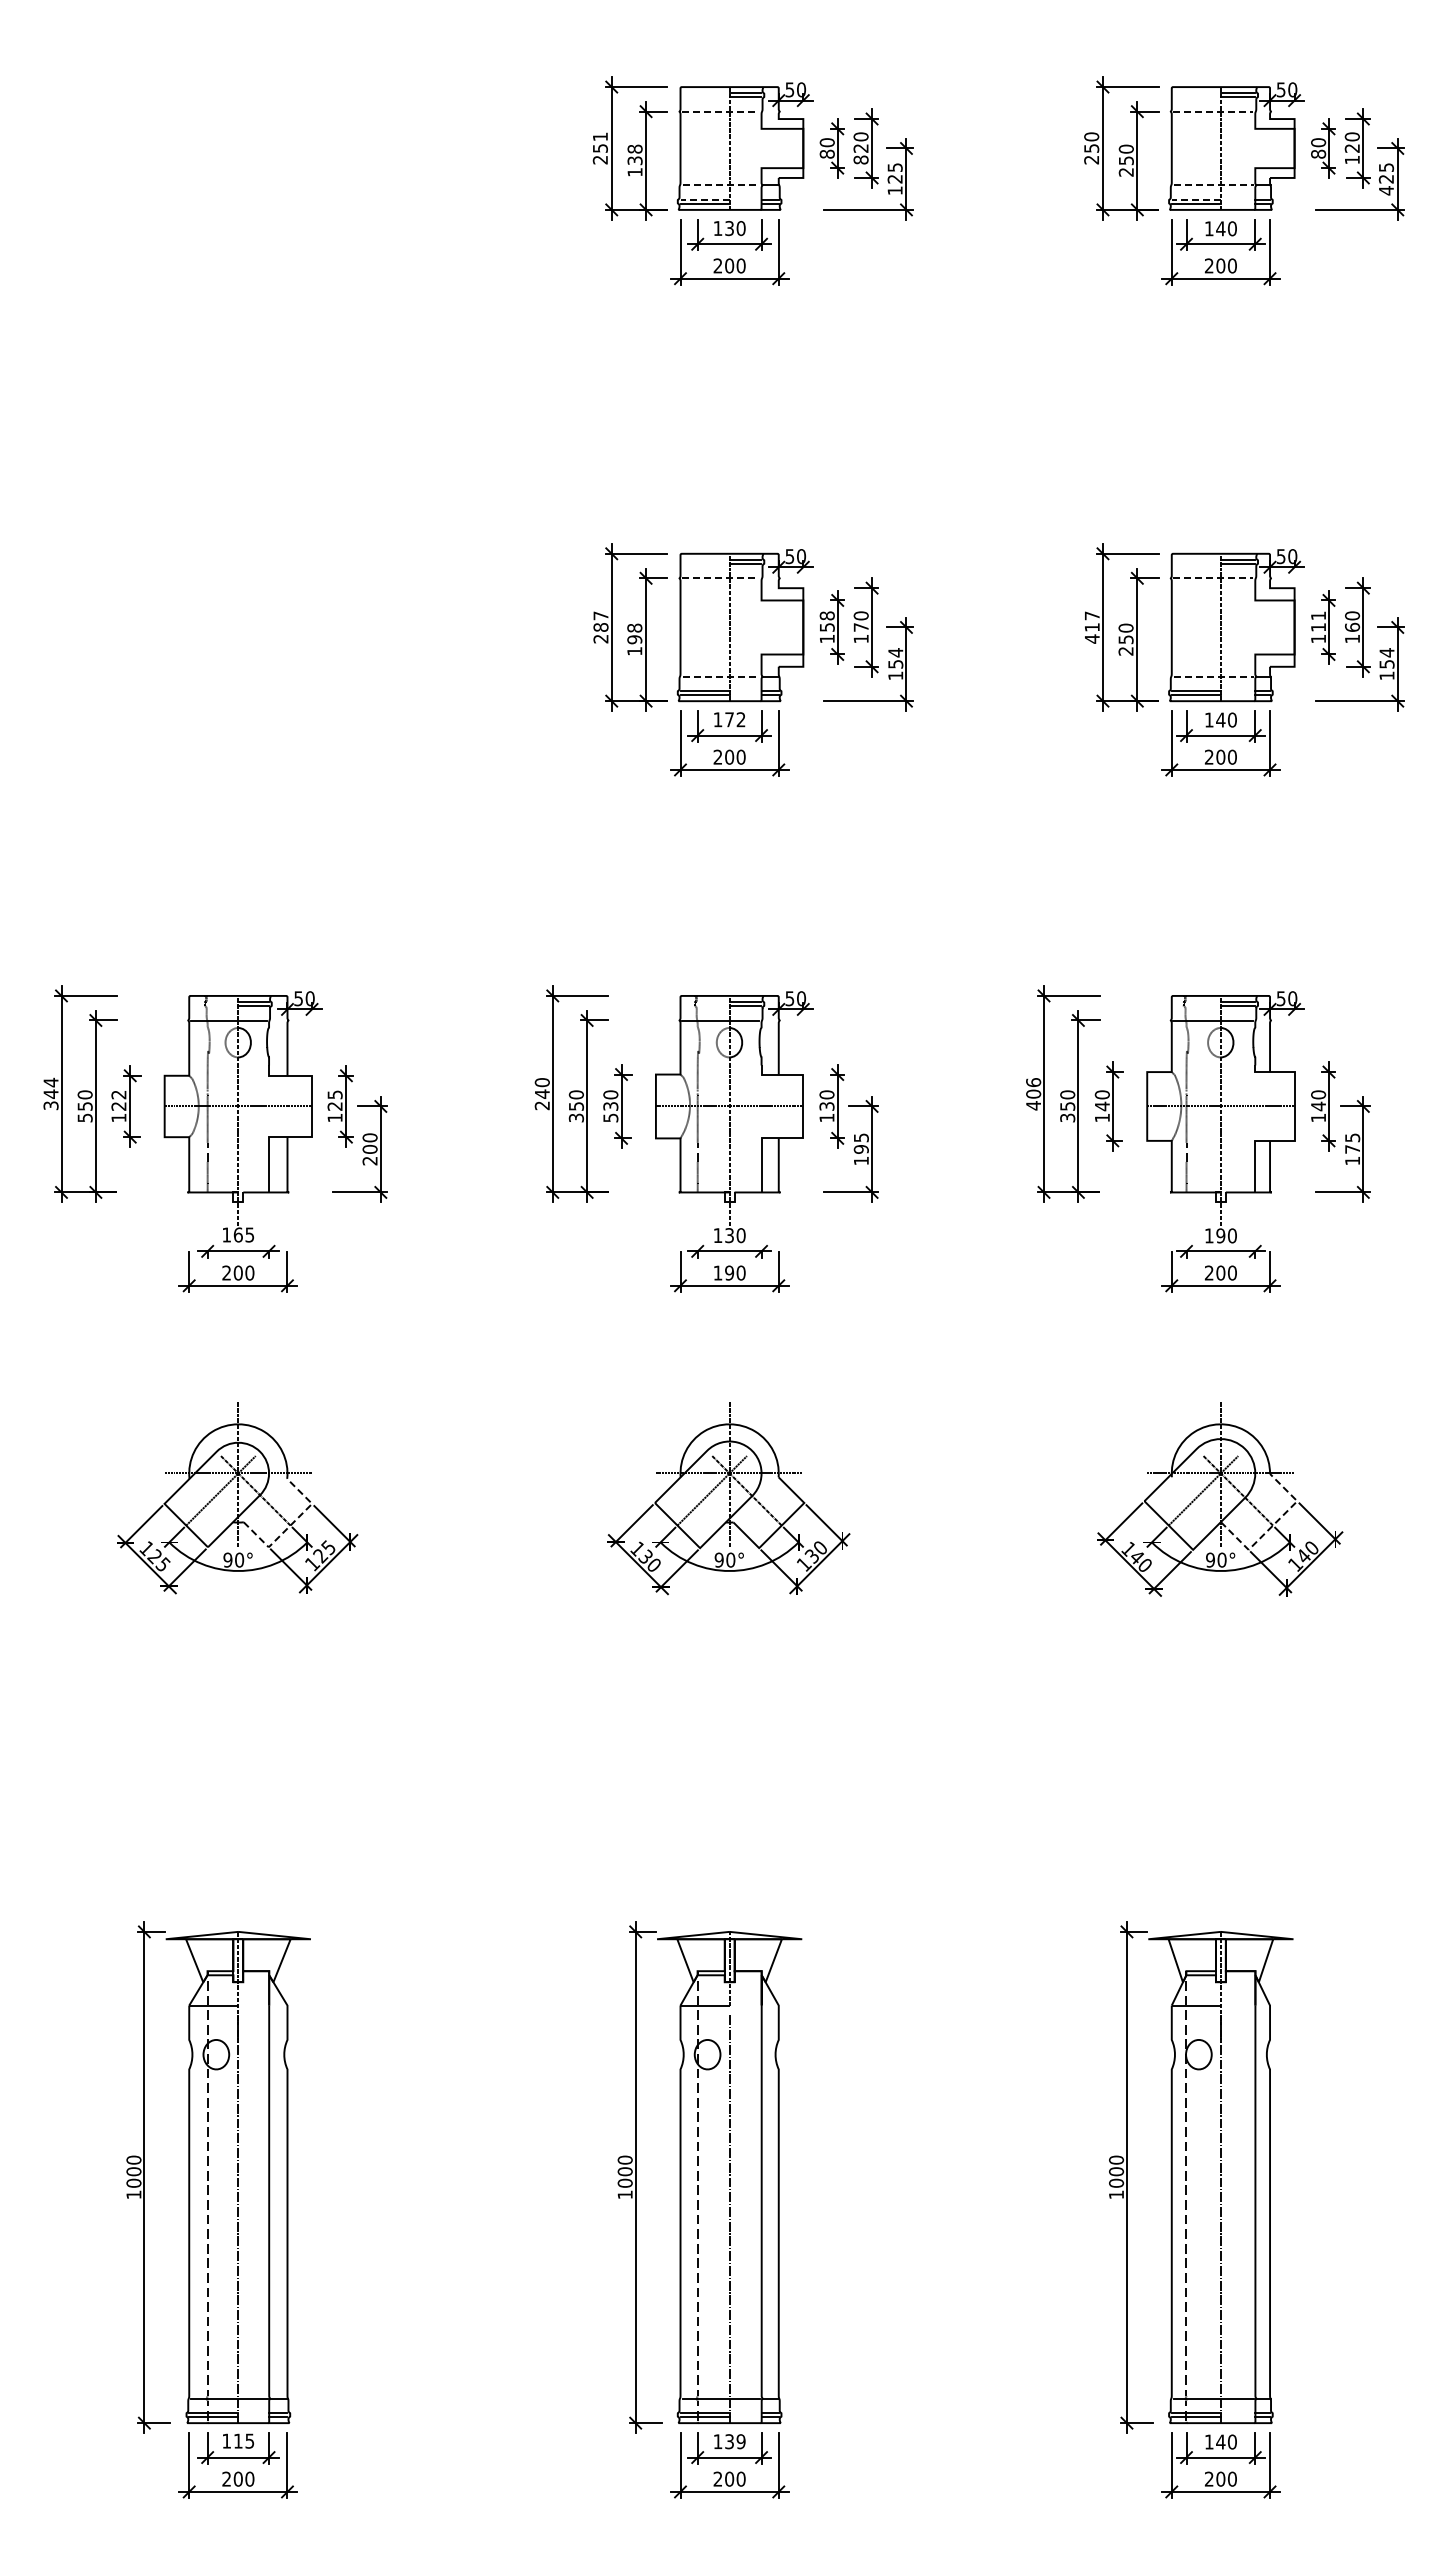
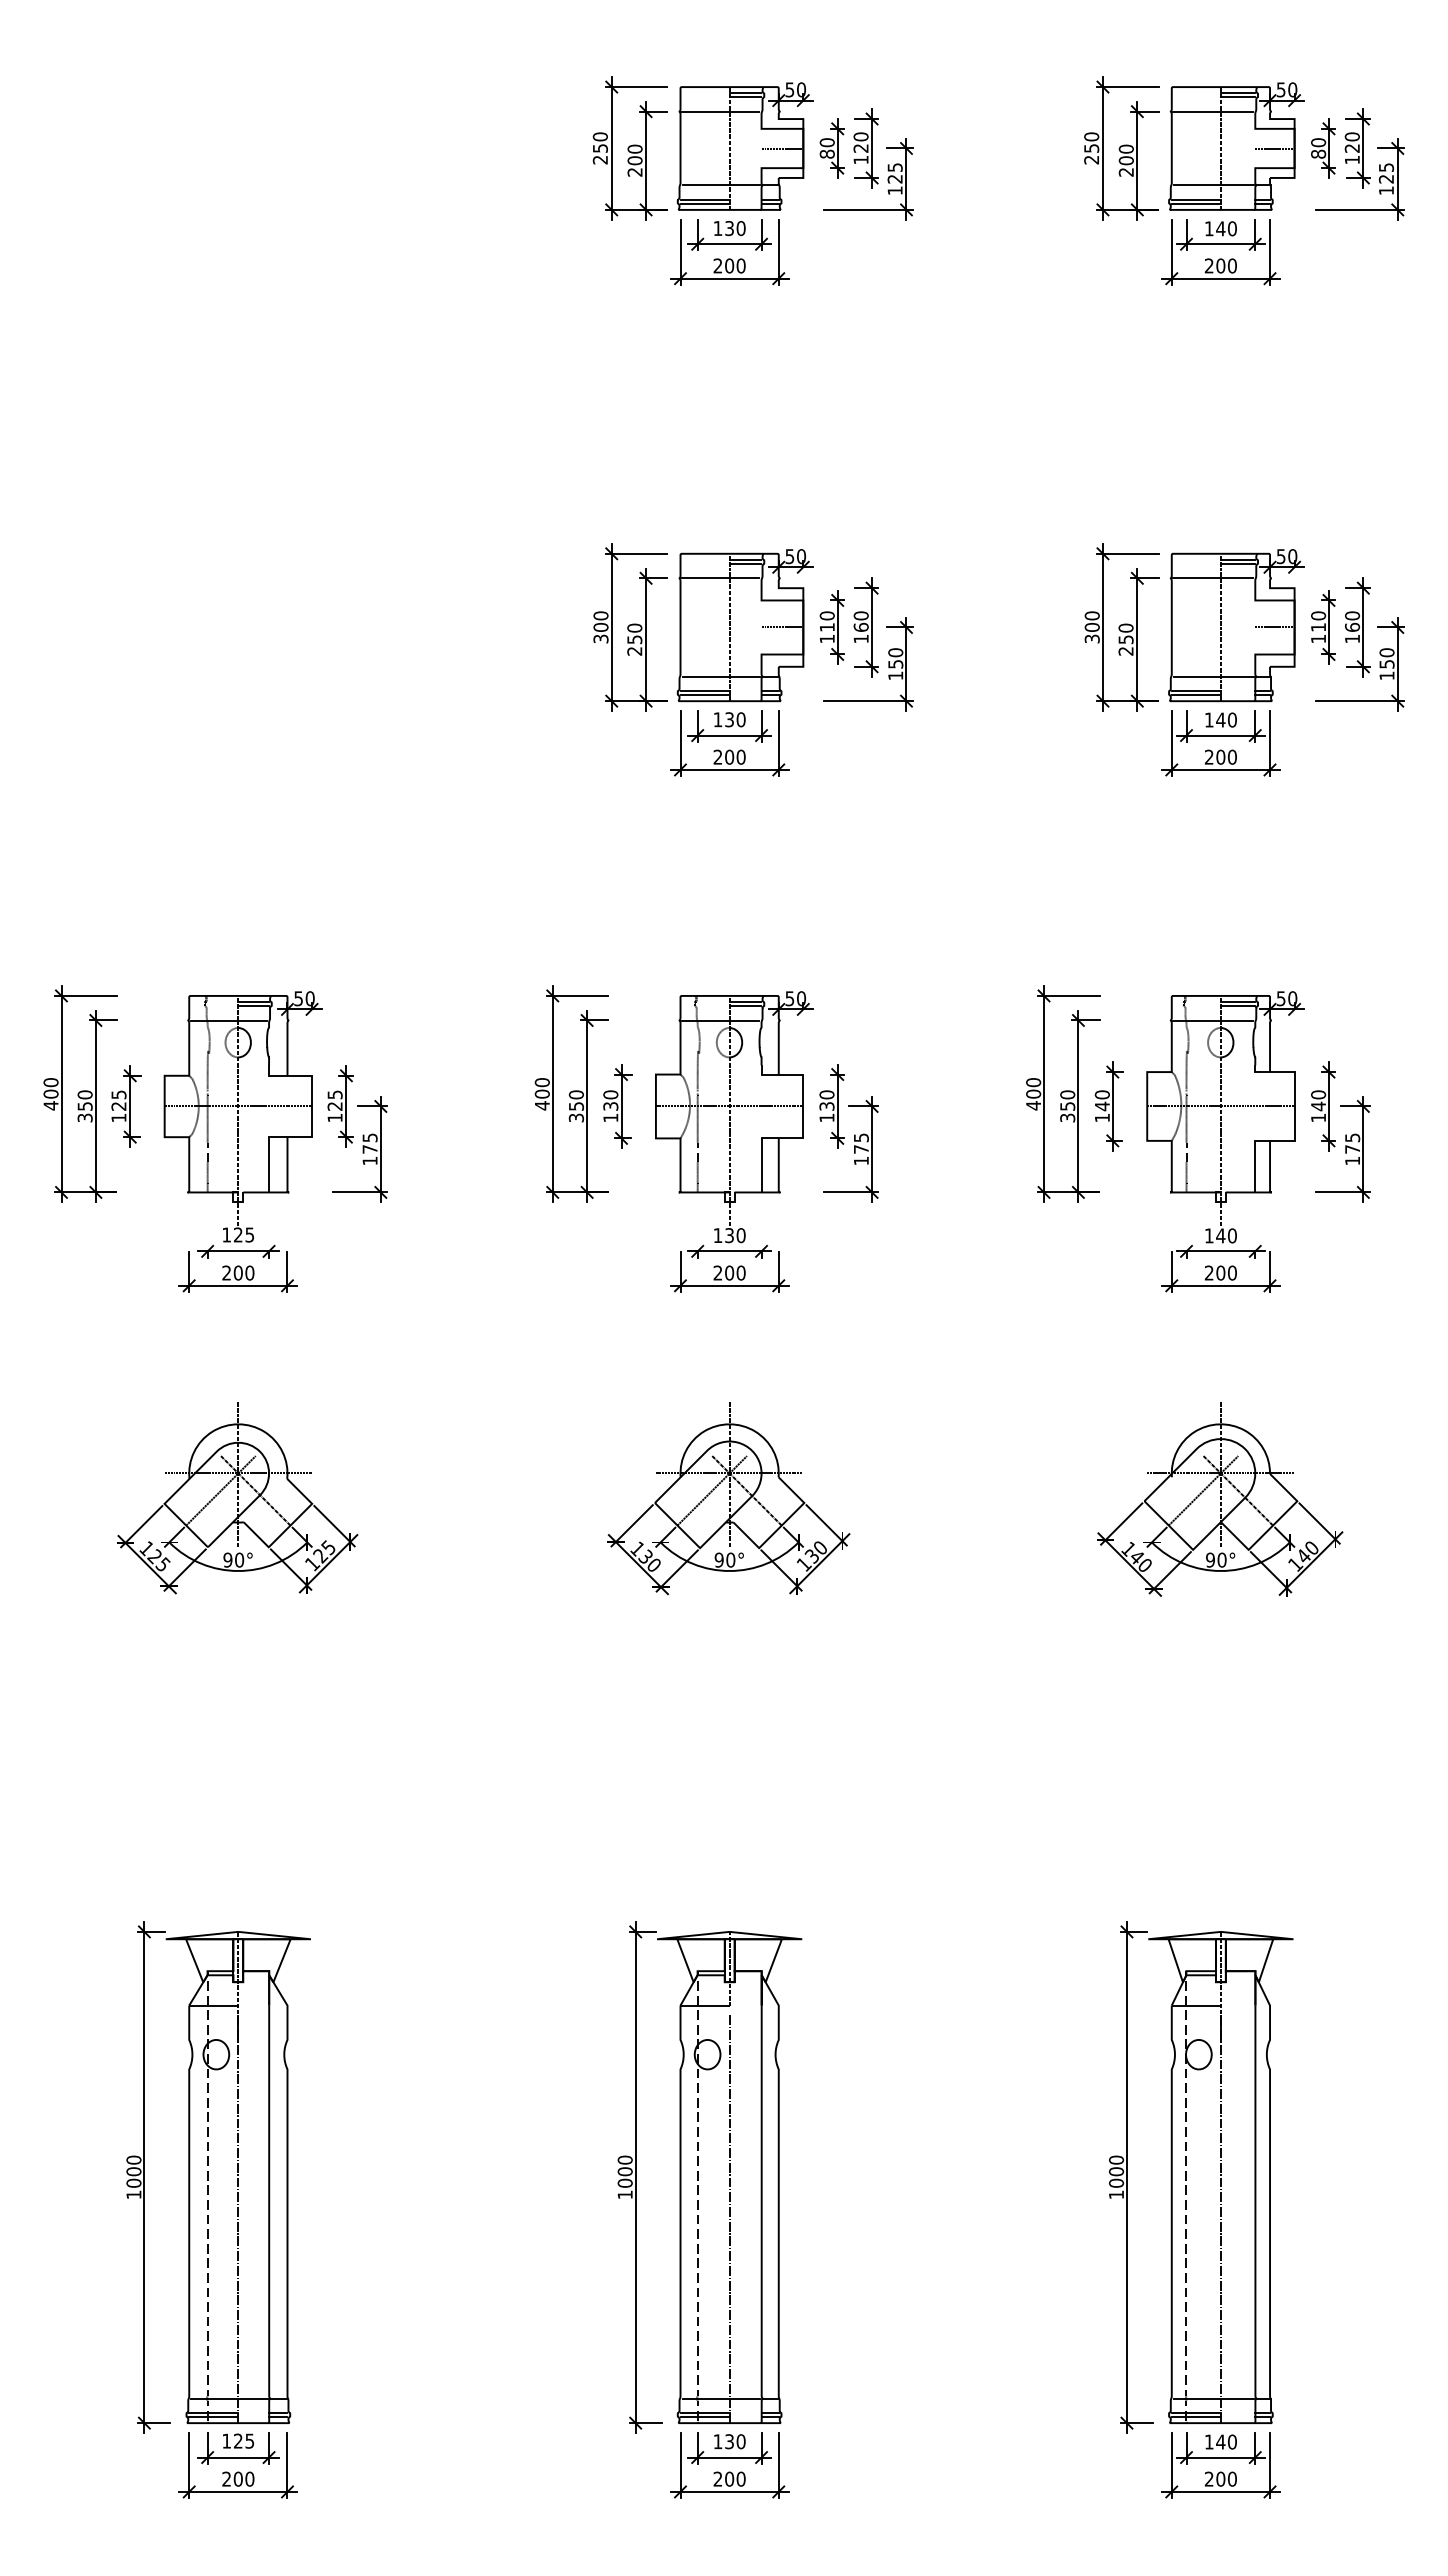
line at (720, 111): dashed -> solid
line at (1213, 111): dashed -> solid
text at (599, 136): 251 -> 250
line at (782, 148): none -> present
line at (1274, 148): none -> present
text at (860, 159): 820 -> 120
text at (634, 160): 138 -> 200
text at (1125, 160): 250 -> 200
line at (721, 185): dashed -> solid
line at (1213, 185): dashed -> solid
text at (1386, 190): 425 -> 125
line at (704, 199): dashed -> solid
line at (1195, 199): dashed -> solid
line at (720, 578): dashed -> solid
line at (1213, 578): dashed -> solid
text at (1318, 615): 111 -> 110
text at (827, 621): 158 -> 110
text at (860, 626): 170 -> 160
text at (600, 627): 287 -> 300
line at (782, 627): none -> present
text at (1091, 627): 417 -> 300
line at (1274, 627): none -> present
text at (634, 639): 198 -> 250
text at (895, 652): 154 -> 150
text at (1386, 652): 154 -> 150
line at (721, 676): dashed -> solid
line at (1213, 676): dashed -> solid
text at (735, 719): 172 -> 130
text at (1033, 1082): 406 -> 400
text at (50, 1093): 344 -> 400
text at (118, 1094): 122 -> 125
text at (541, 1099): 240 -> 400
text at (84, 1117): 550 -> 350
text at (610, 1117): 530 -> 130
text at (369, 1149): 200 -> 175
text at (860, 1149): 195 -> 175
text at (237, 1234): 165 -> 125
text at (1220, 1235): 190 -> 140
text at (723, 1272): 190 -> 200
line at (290, 1525): dashed -> solid
line at (1272, 1525): dashed -> solid
text at (238, 2440): 115 -> 125
text at (740, 2441): 139 -> 130
